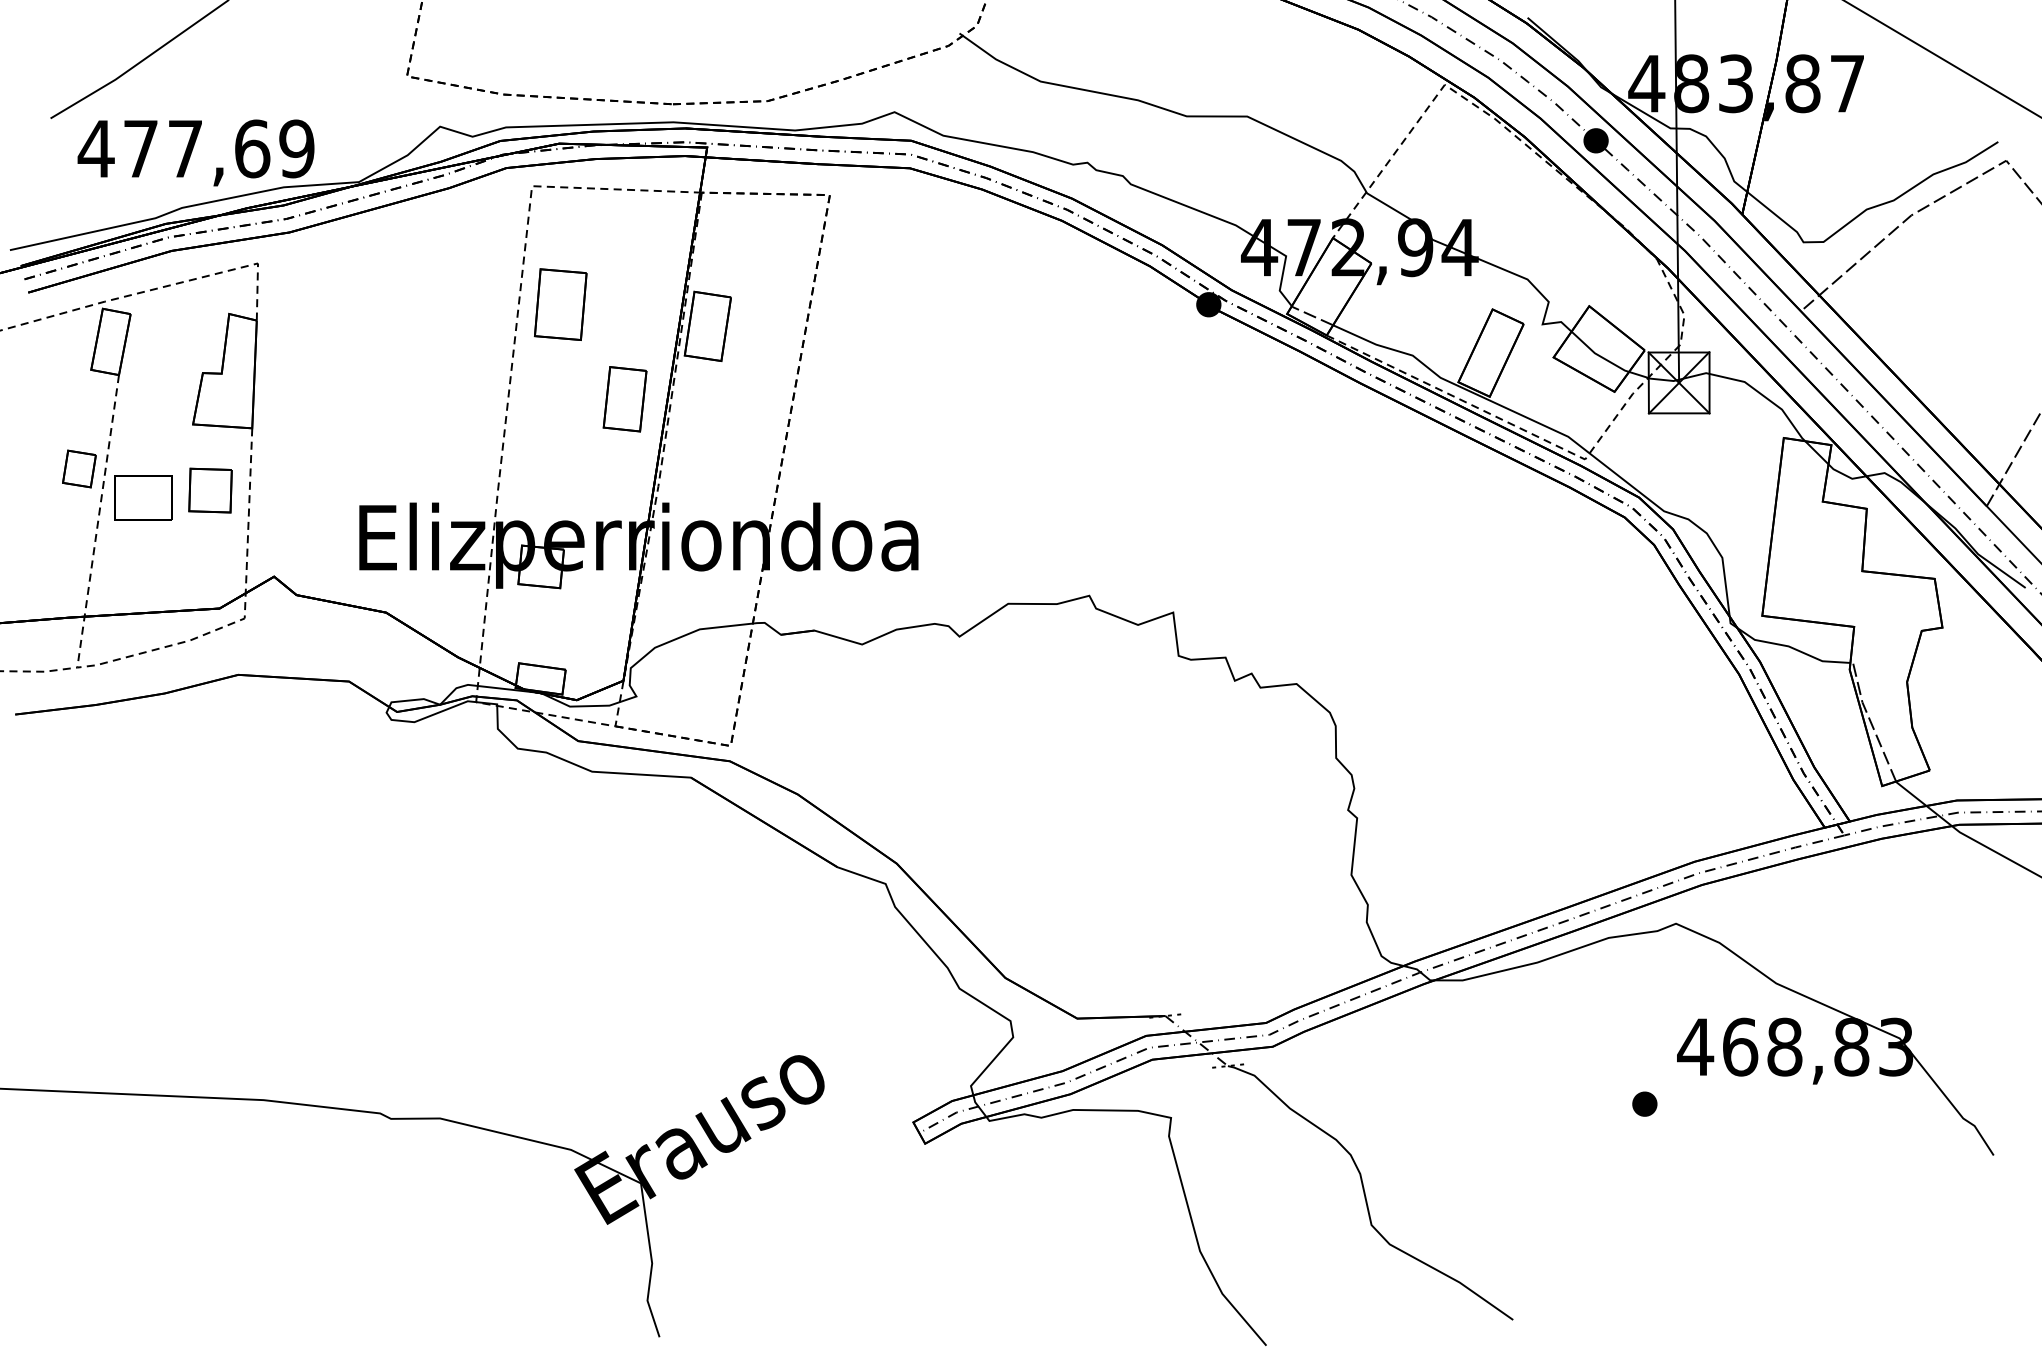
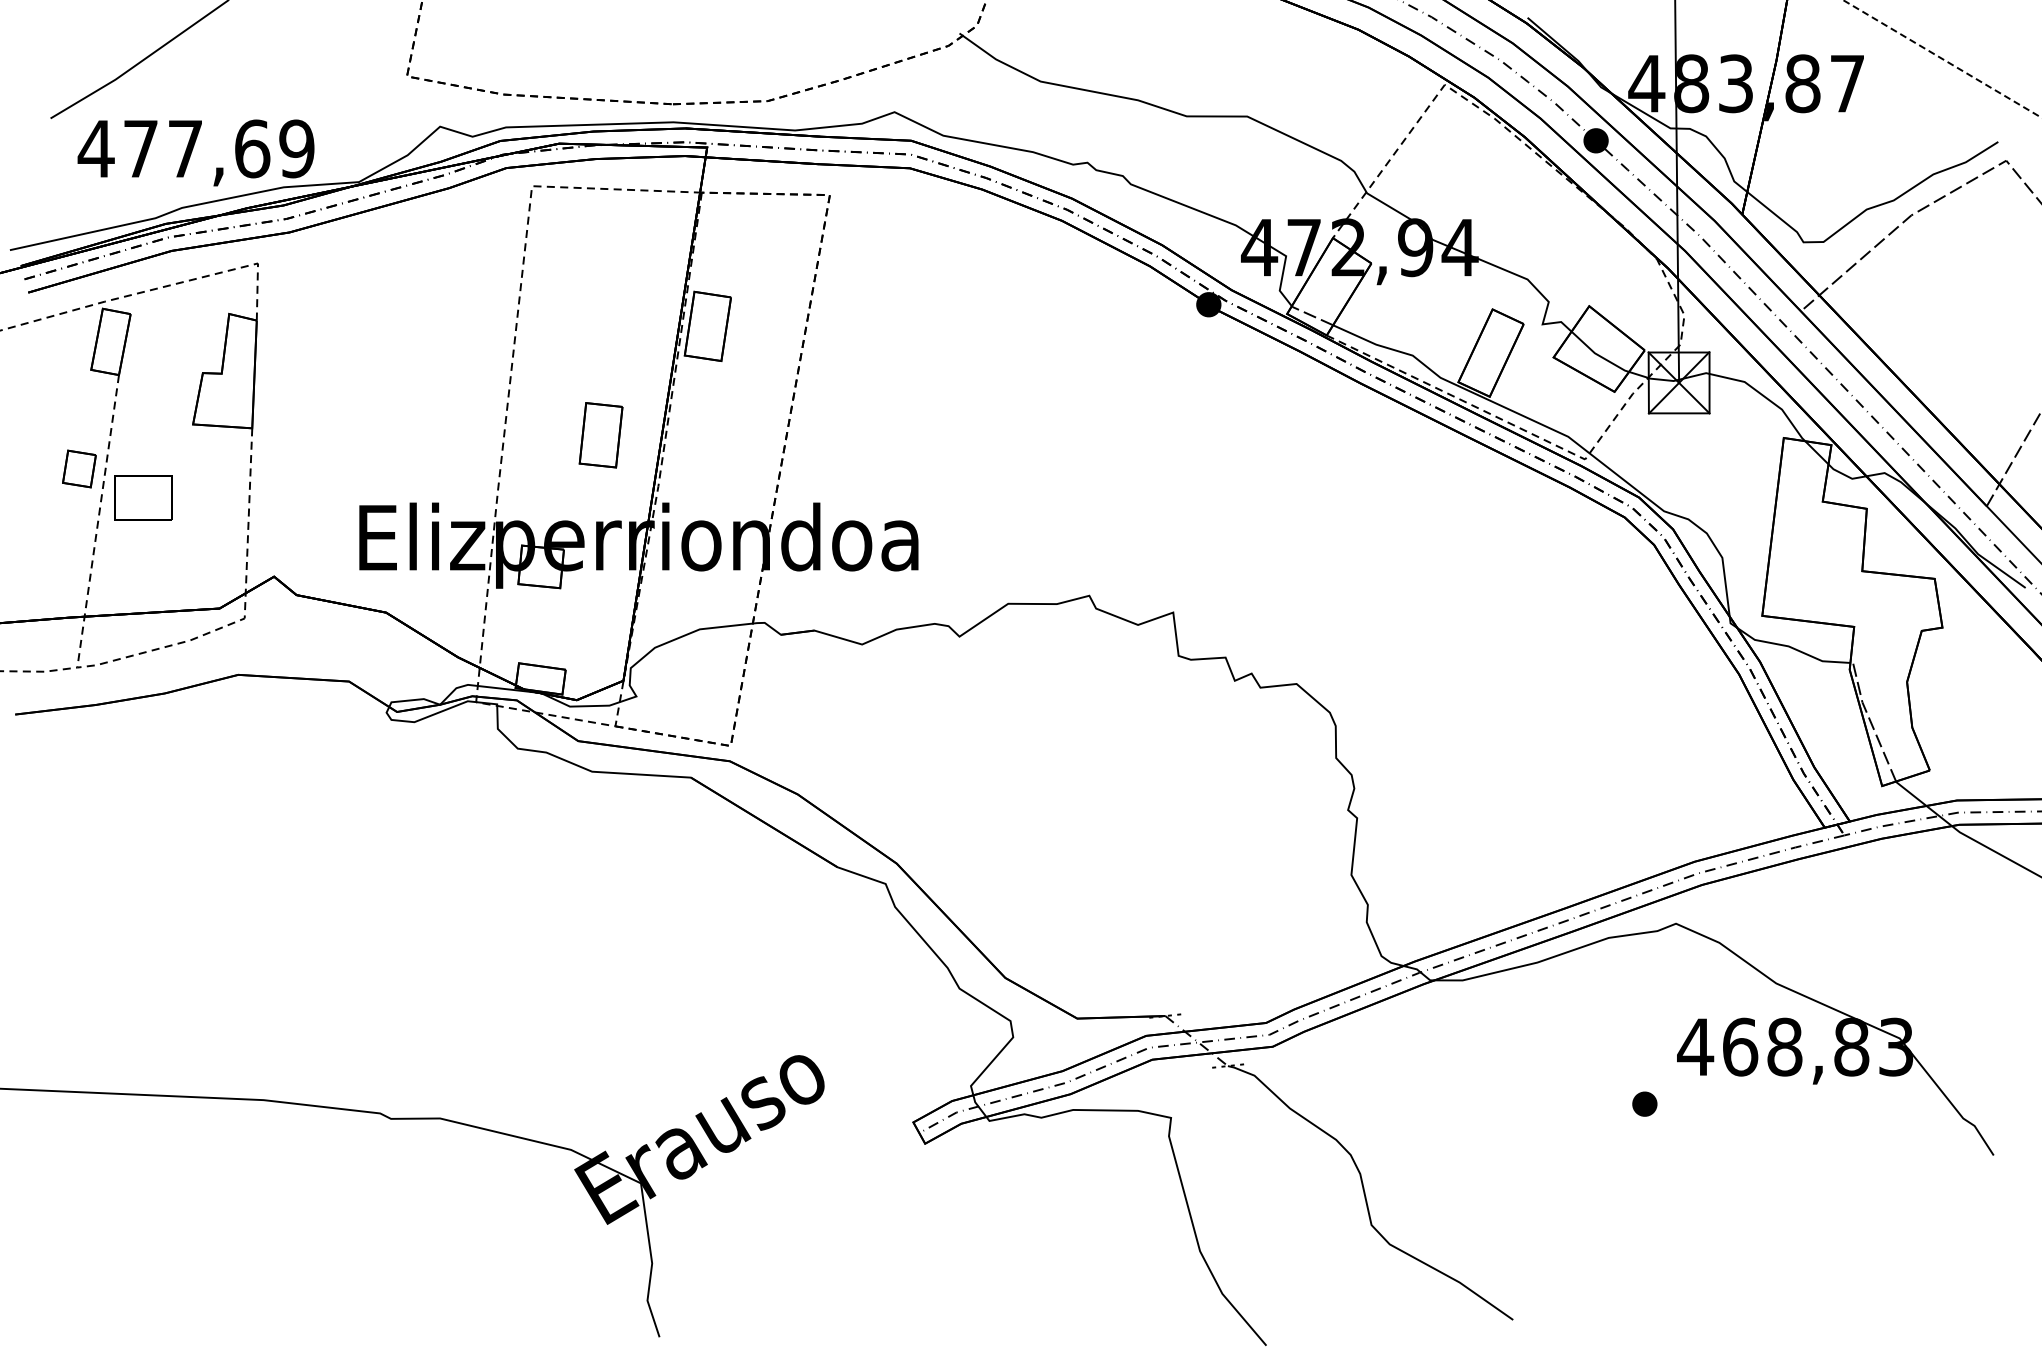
line at (1942, 59): solid -> dashed
part at (560, 304): present -> none
part at (624, 399) position: (624, 399) -> (600, 435)
part at (210, 490): present -> none
